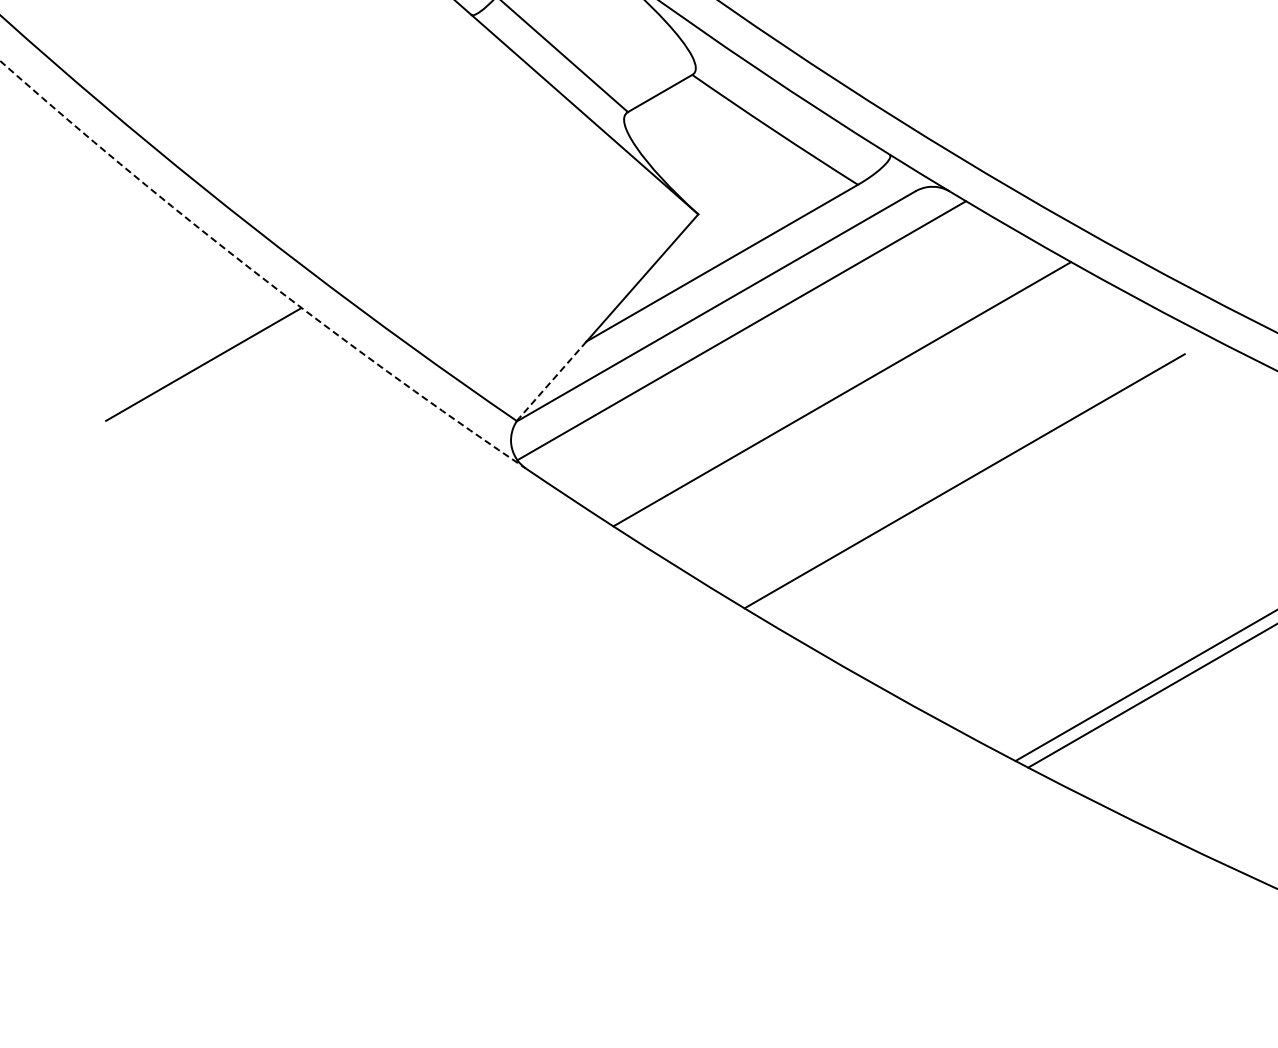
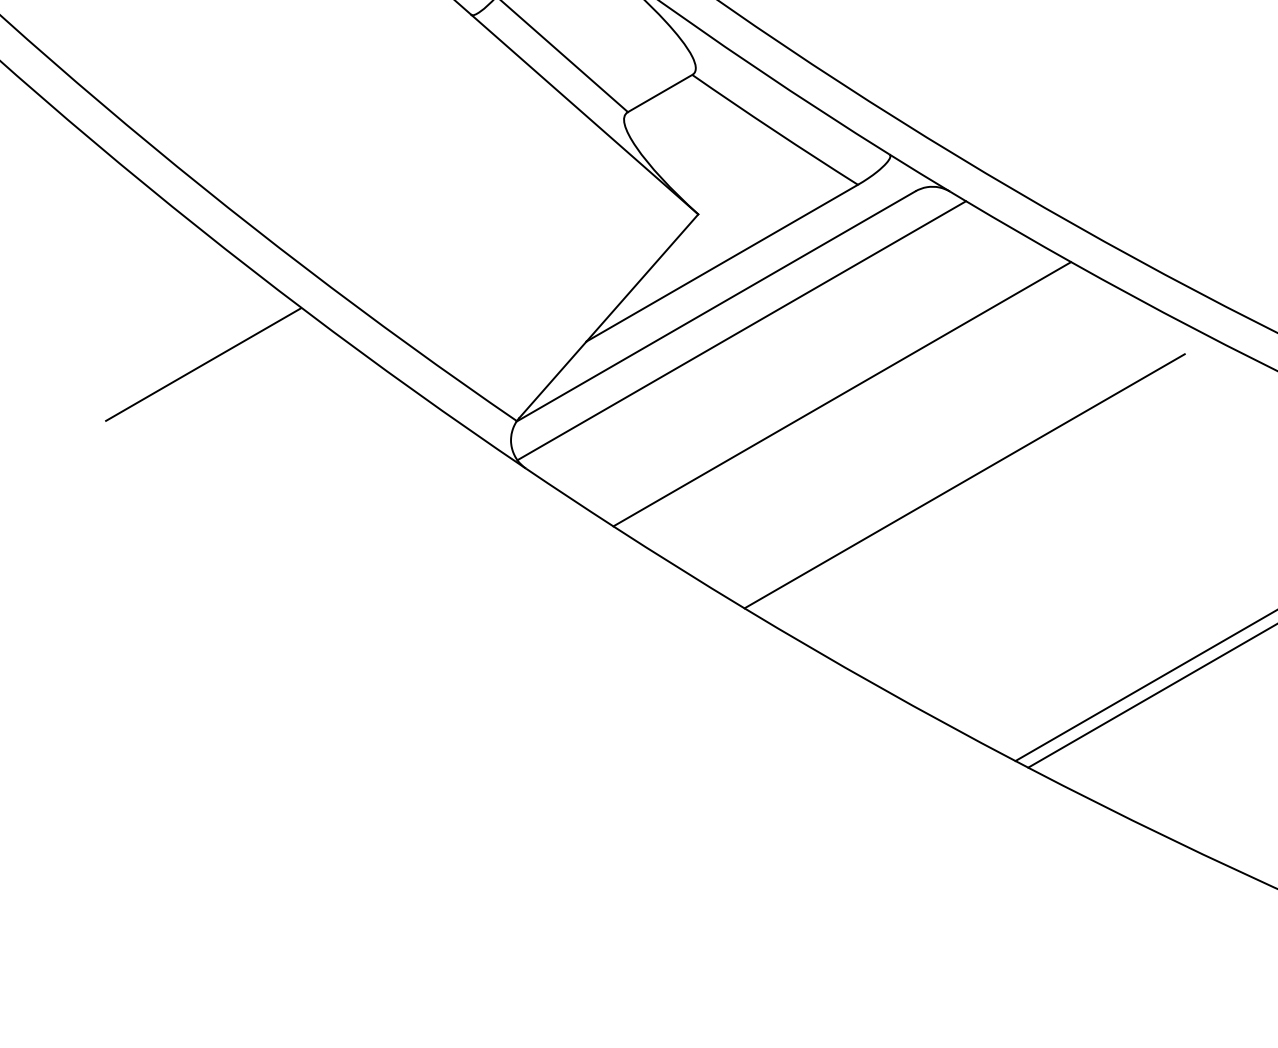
arc at (256, 273): dashed -> solid
line at (553, 379): dashed -> solid
